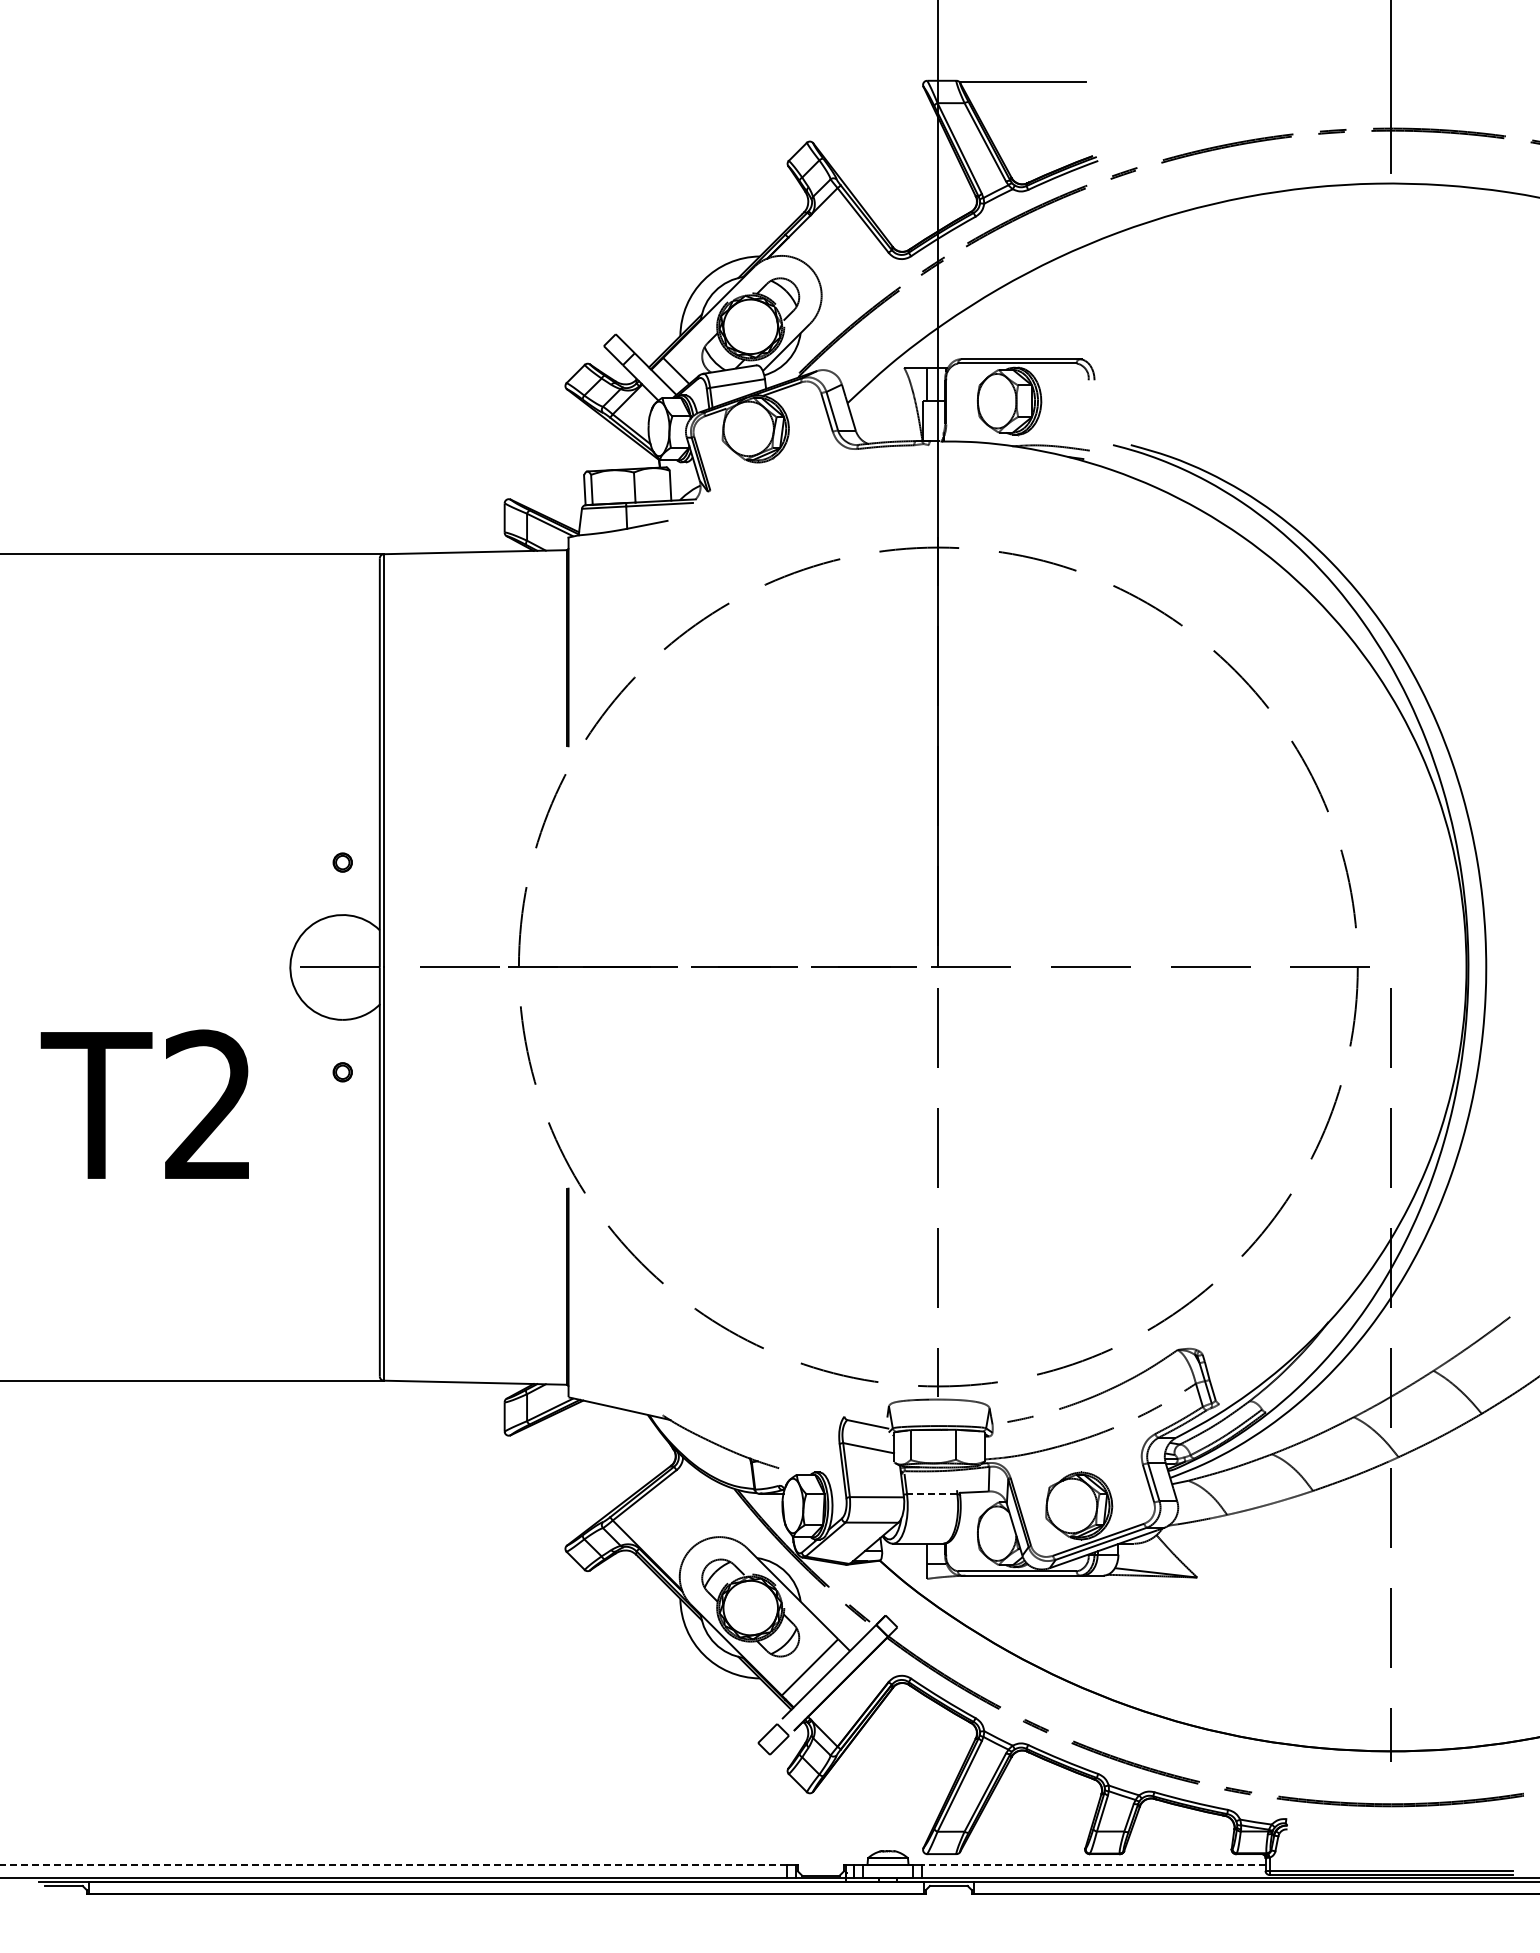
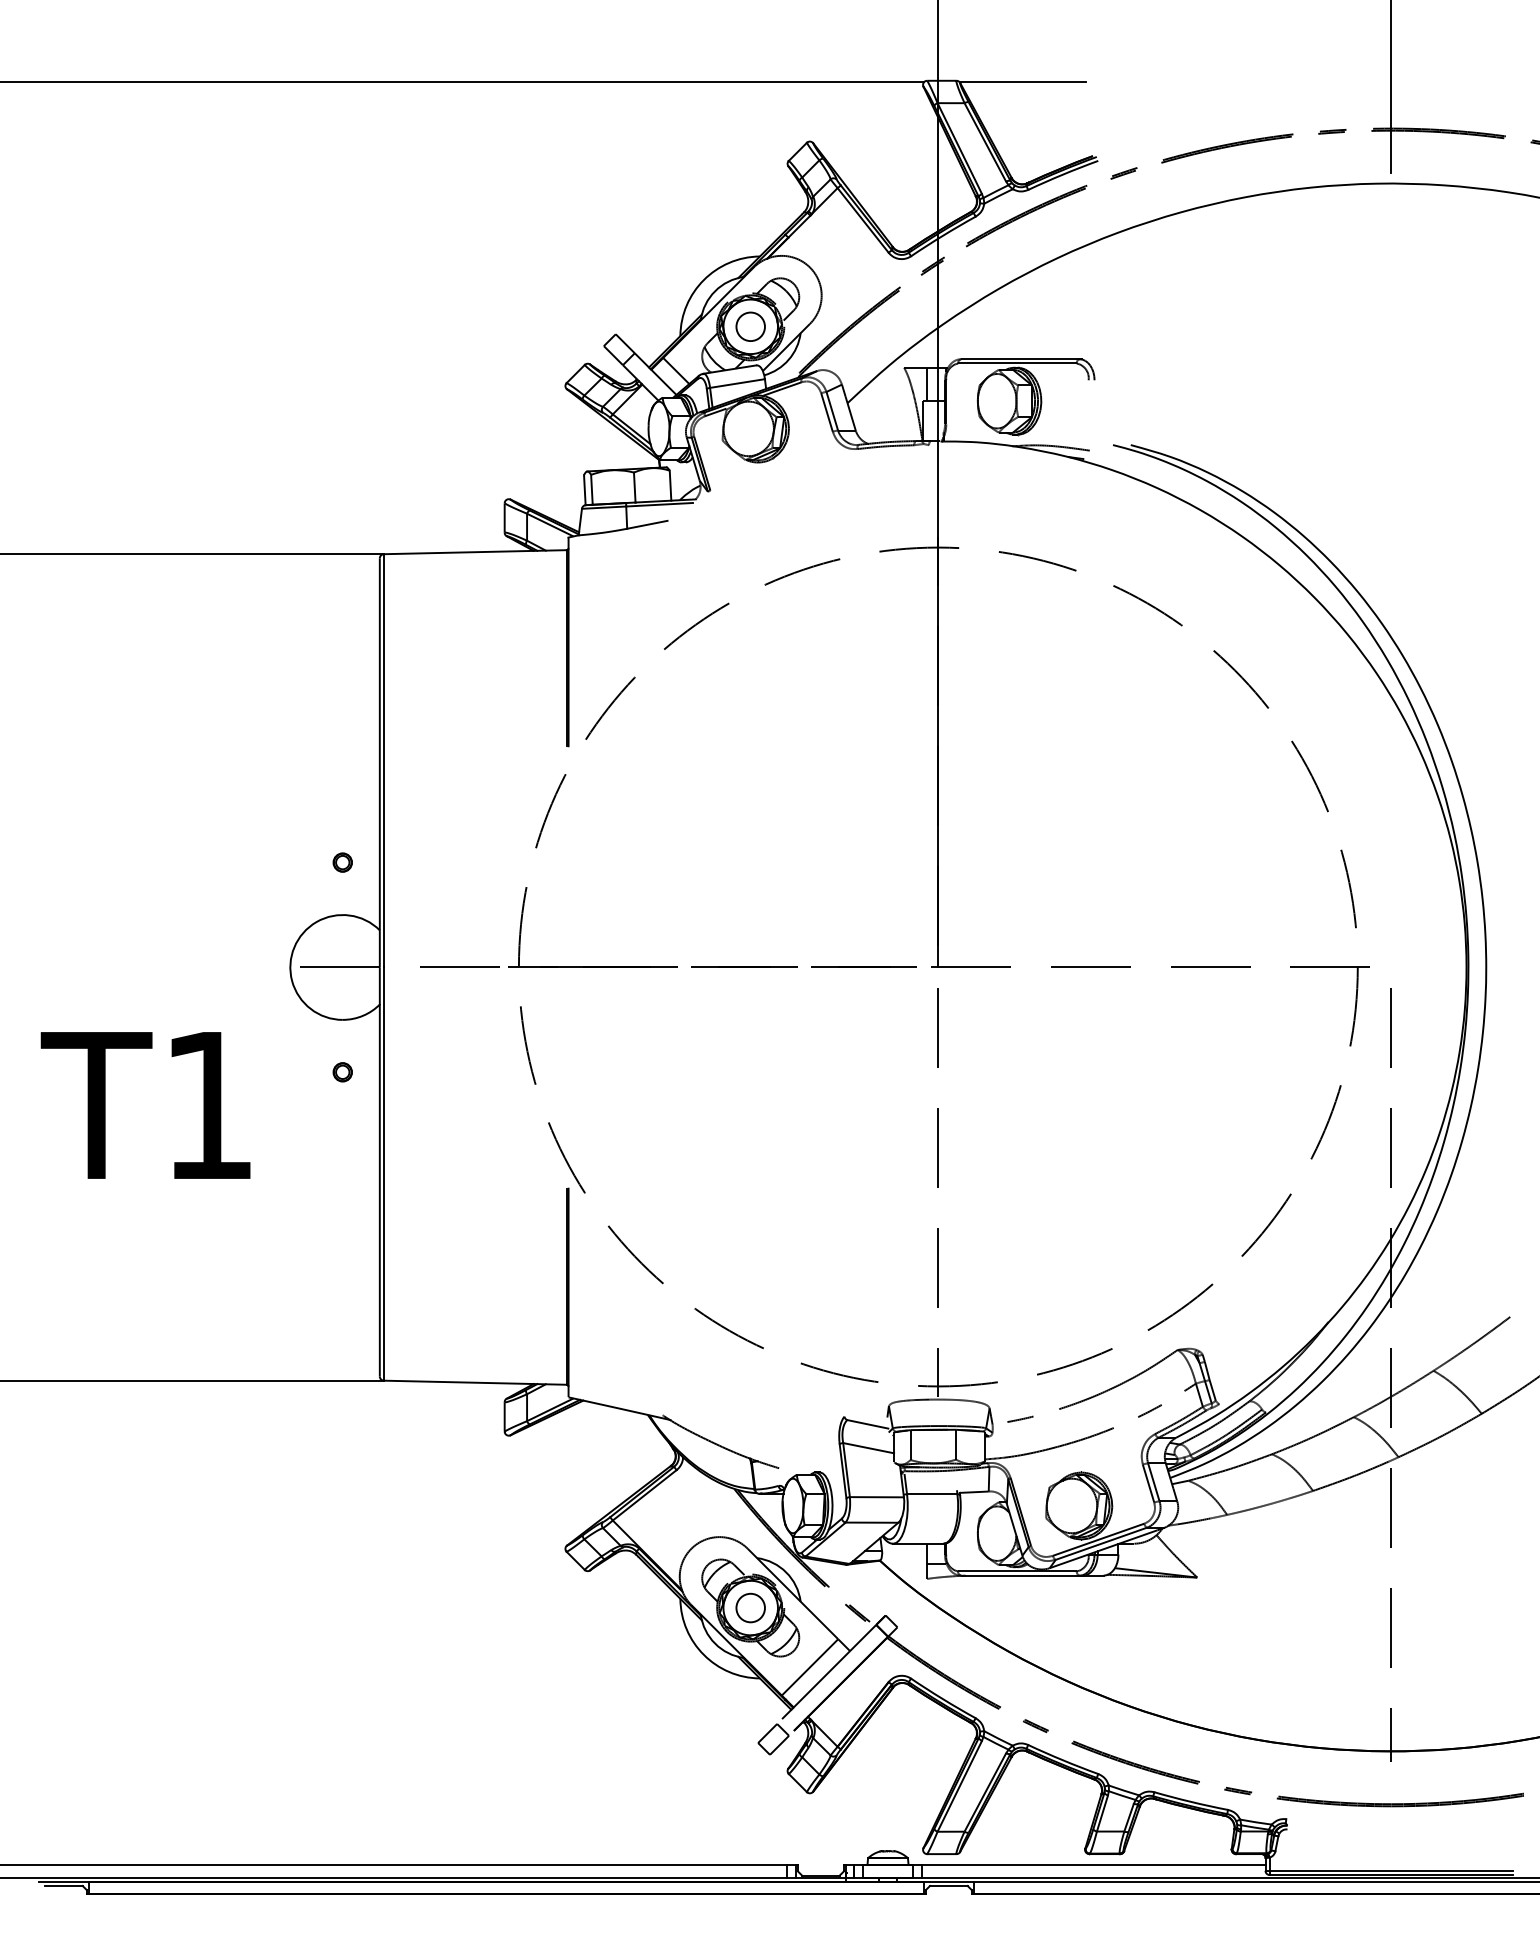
line at (462, 82): none -> present
circle at (750, 326): none -> present
text at (207, 1103): T2 -> T1
line at (931, 1494): dashed -> solid
circle at (750, 1607): none -> present
line at (393, 1865): dashed -> solid
line at (1093, 1865): dashed -> solid
